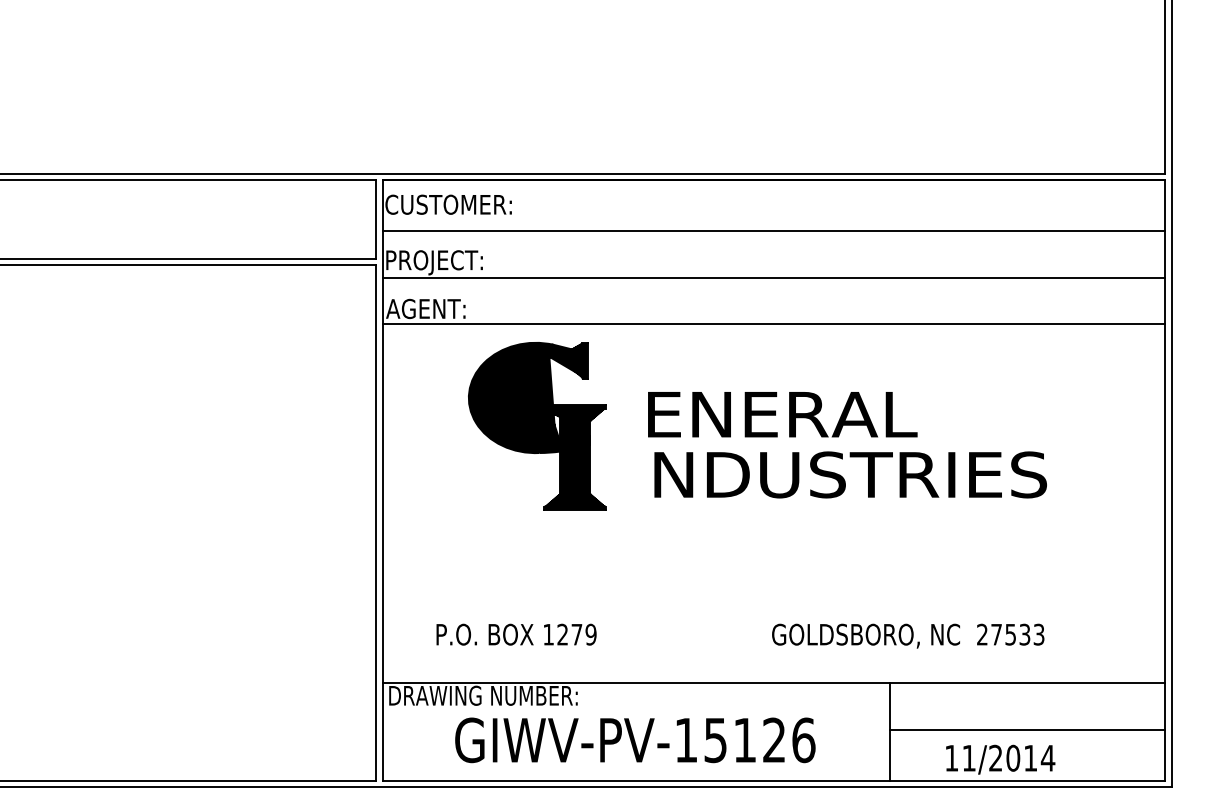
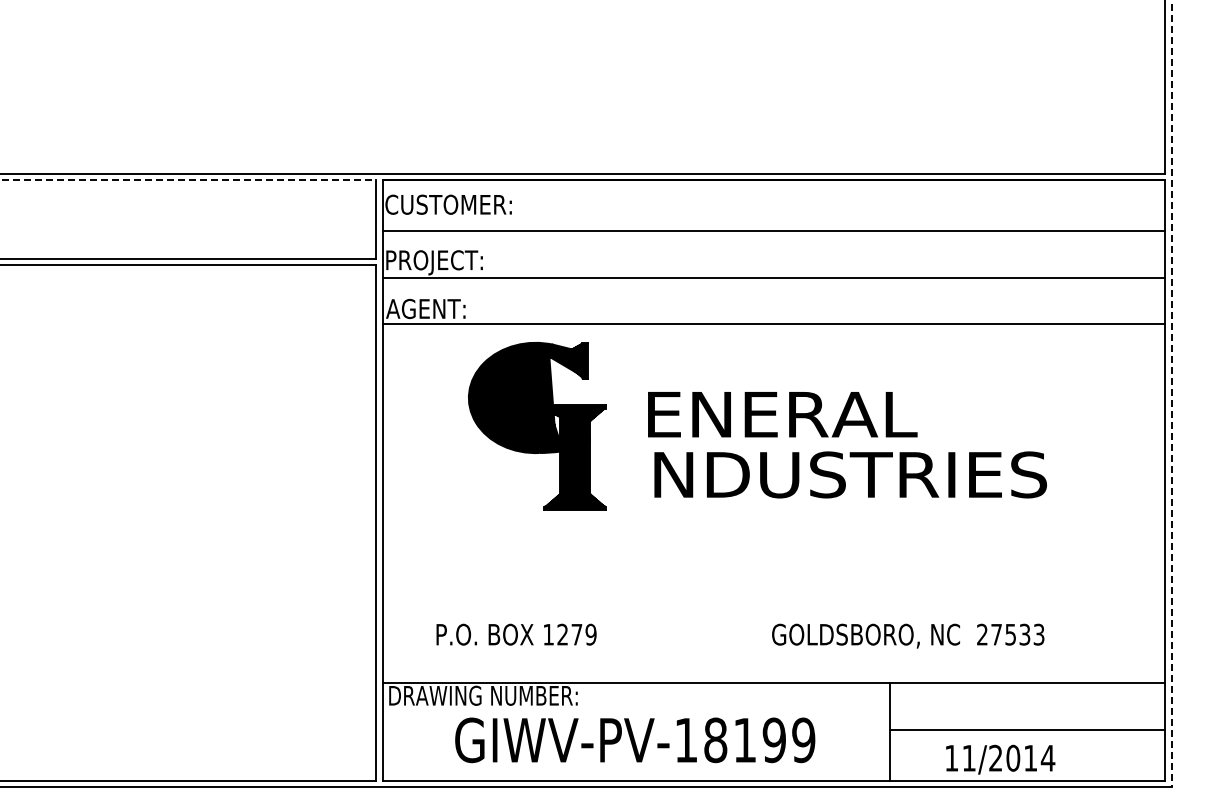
line at (188, 180): solid -> dashed
line at (1171, 394): solid -> dashed
text at (759, 740): GIWV-PV-15126 -> GIWV-PV-18199
